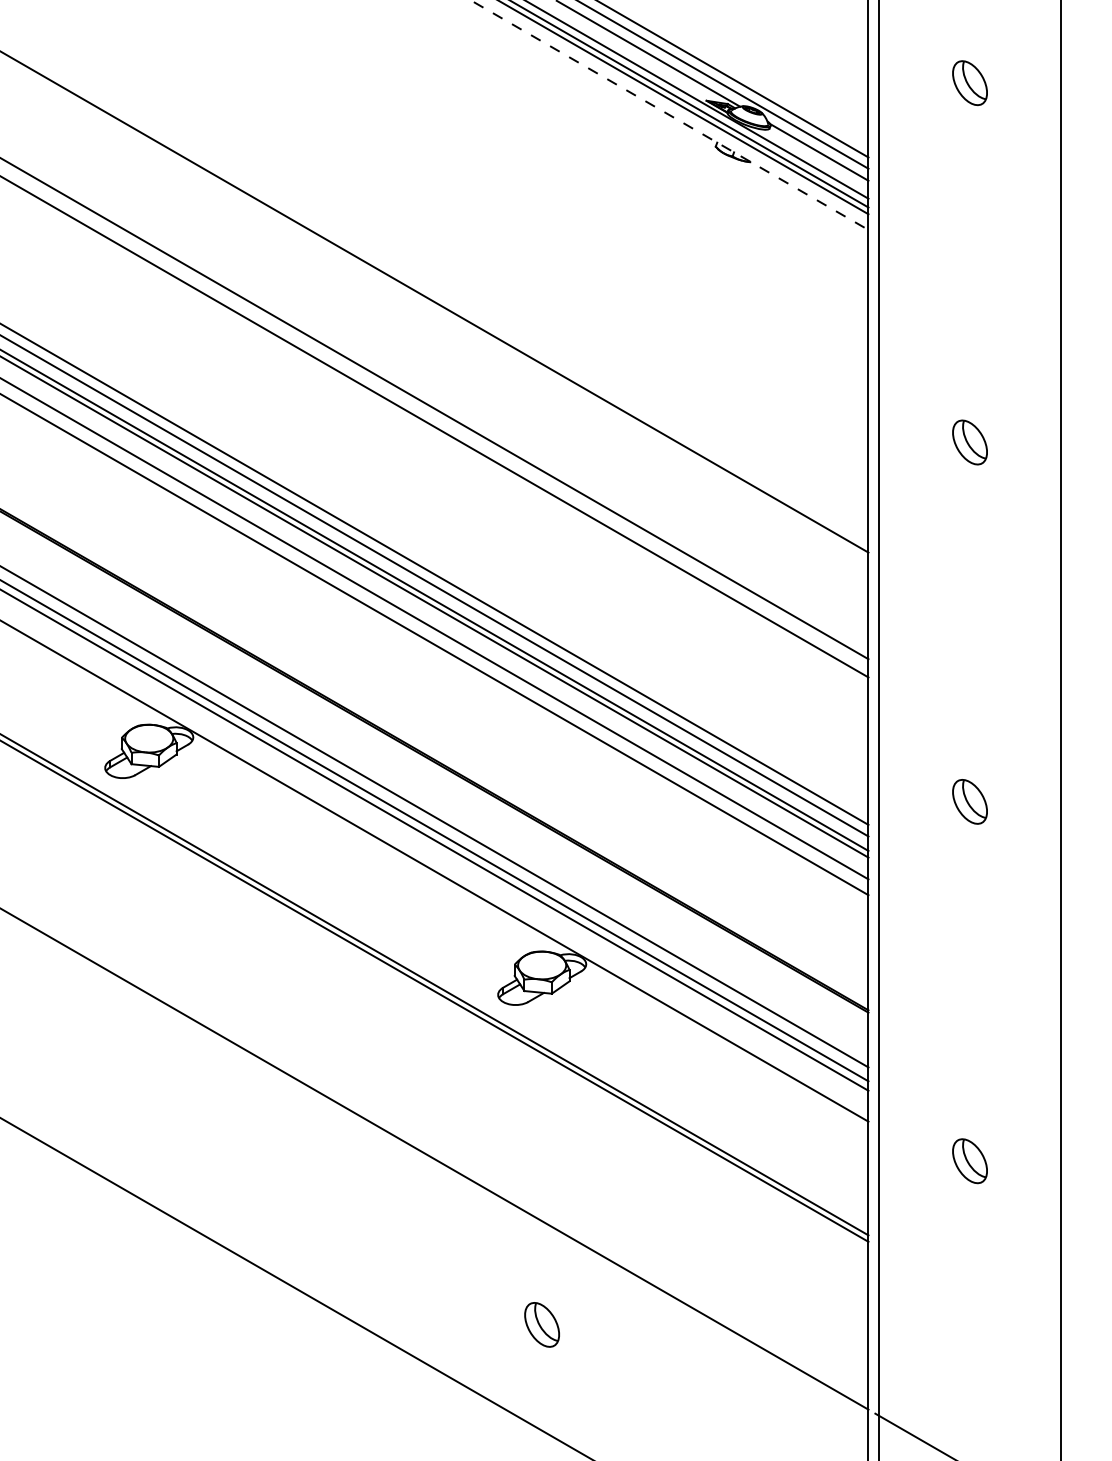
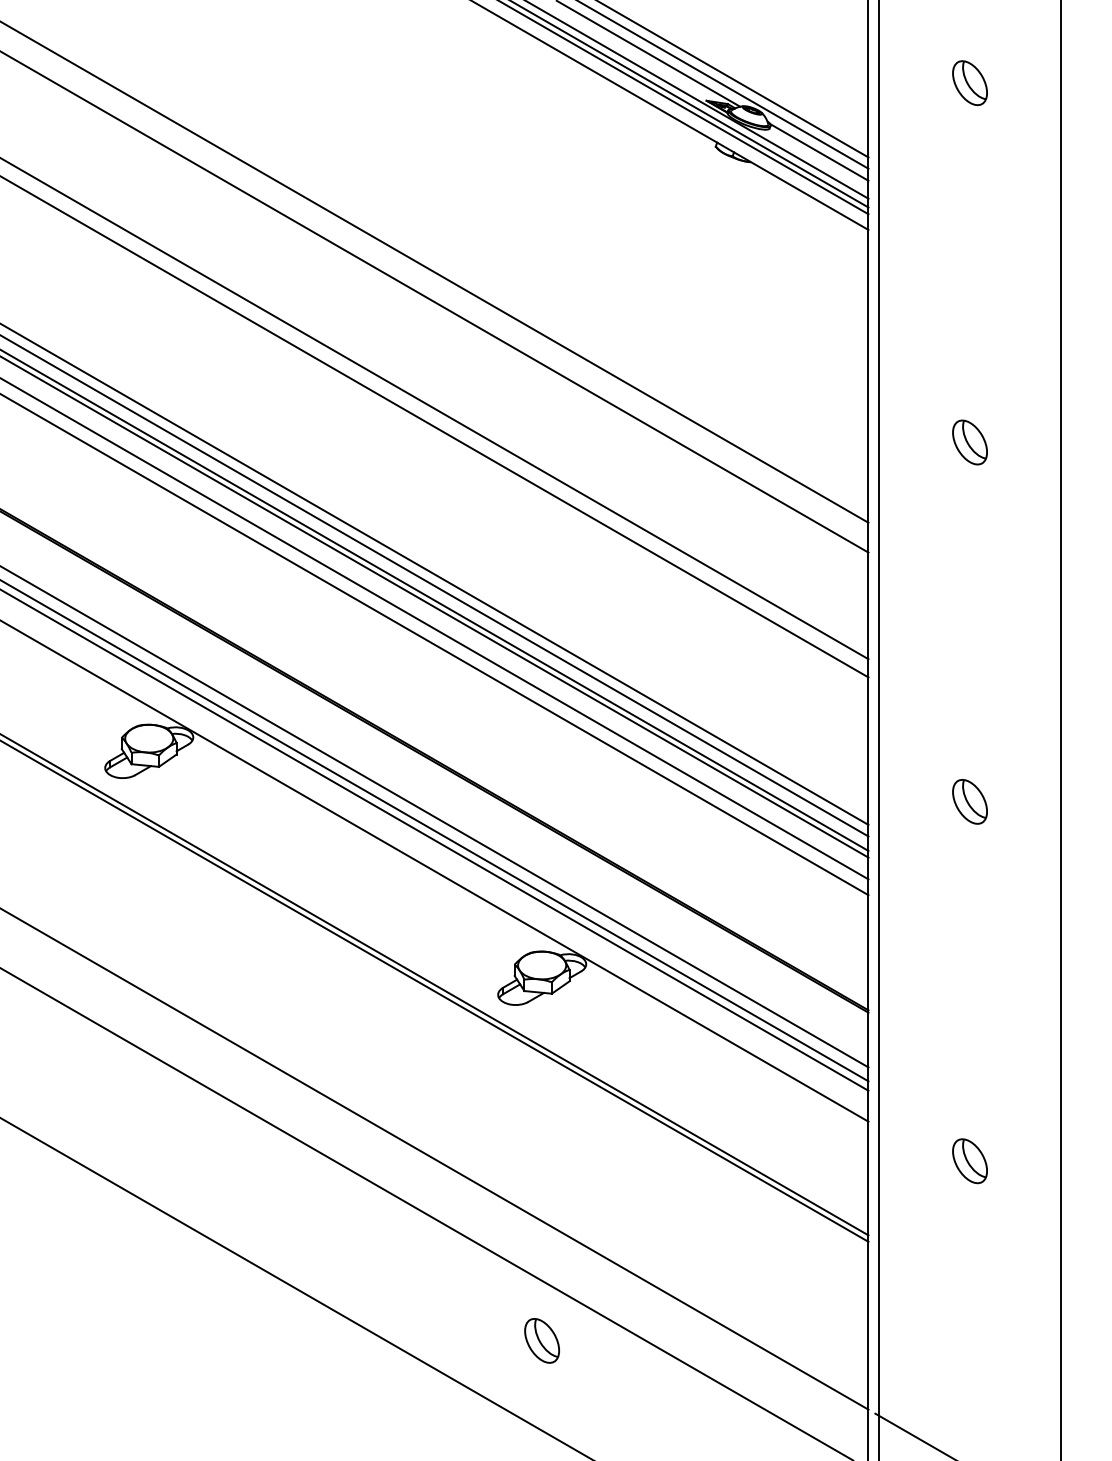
line at (669, 115): dashed -> solid
line at (435, 272): none -> present
line at (425, 1213): none -> present
part at (541, 1324) position: (541, 1324) -> (541, 1340)
